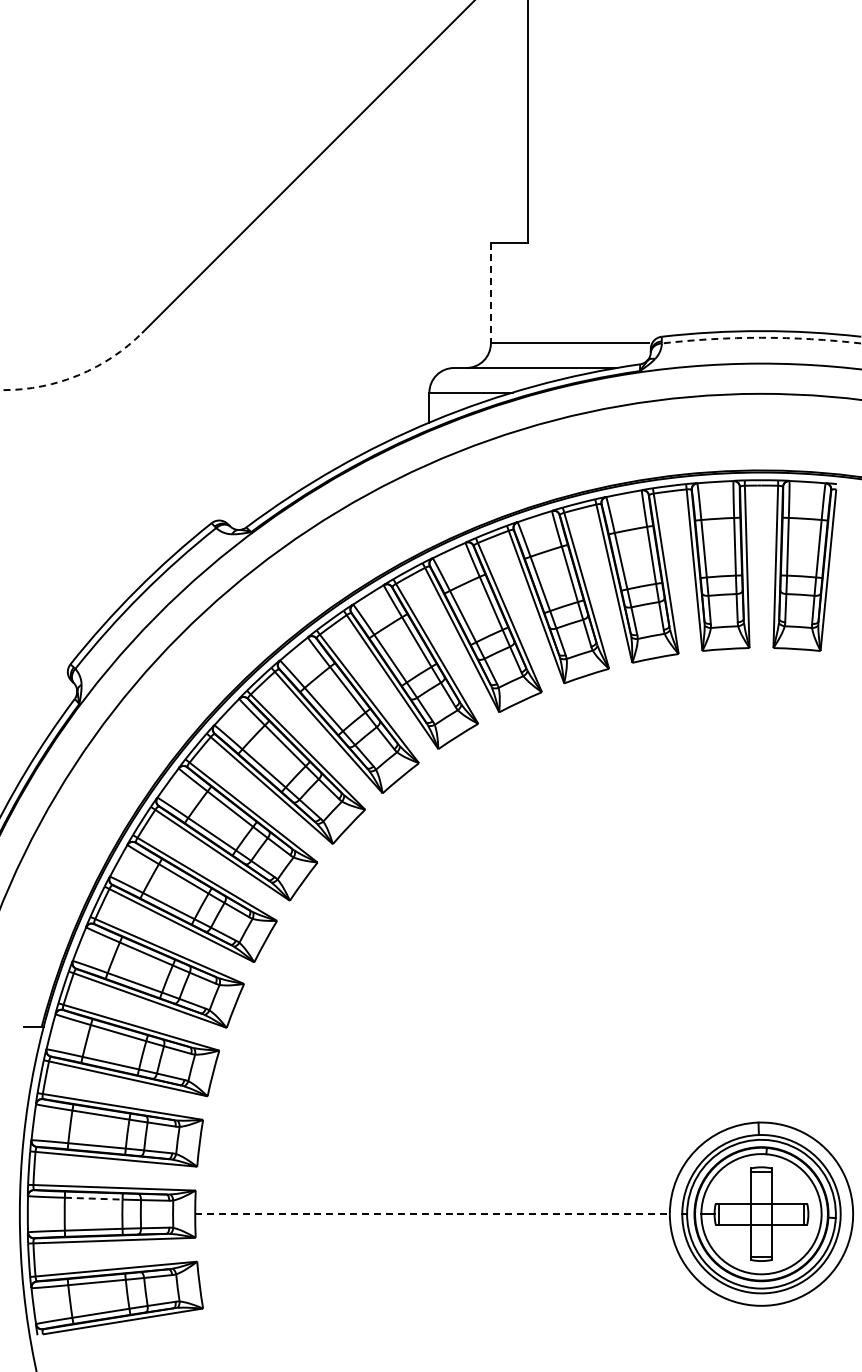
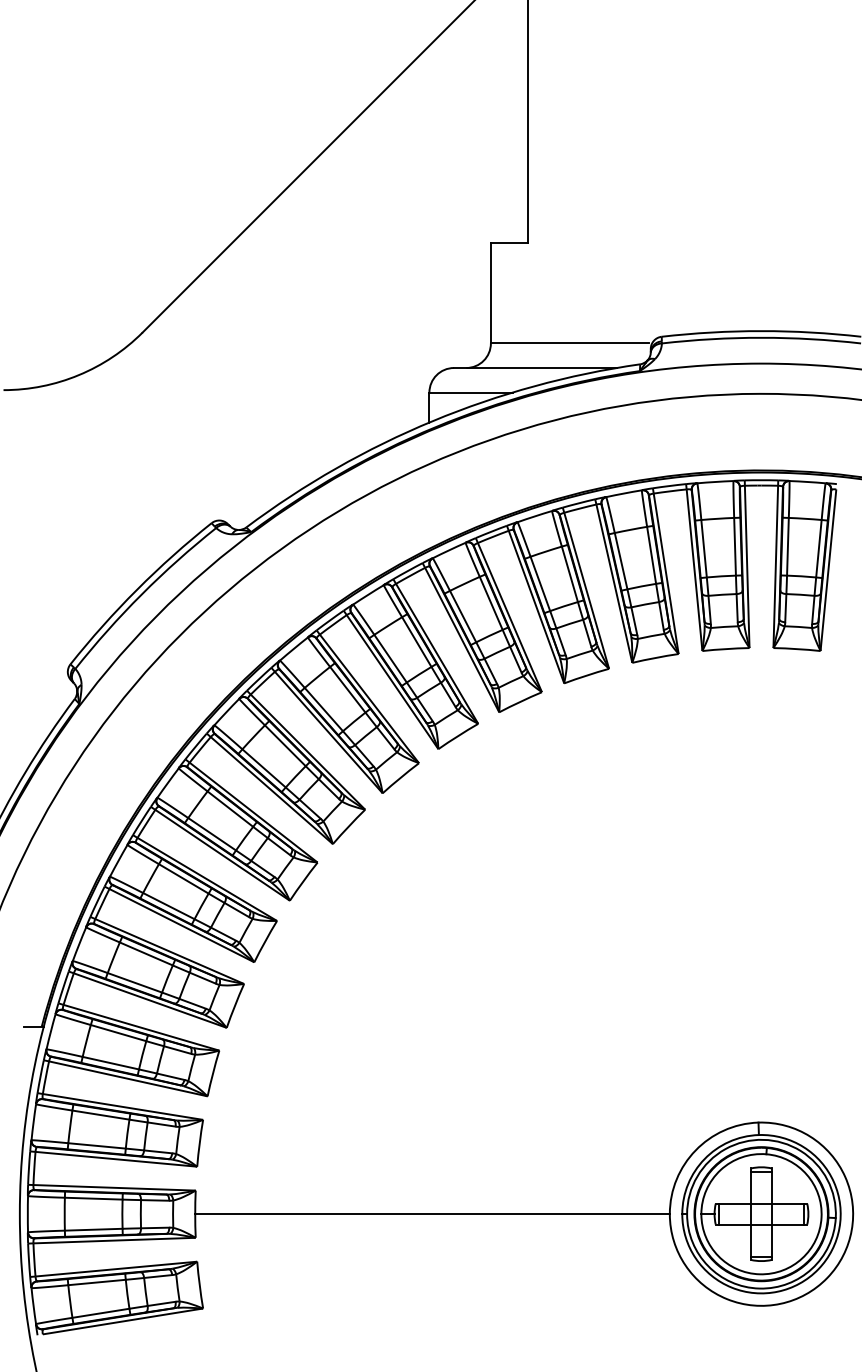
line at (490, 293): dashed -> solid
arc at (761, 337): dashed -> solid
arc at (78, 375): dashed -> solid
line at (93, 1198): dashed -> solid
line at (433, 1214): dashed -> solid
